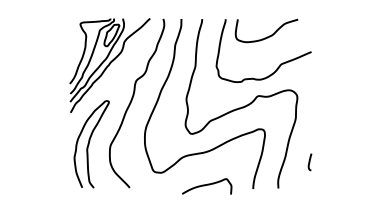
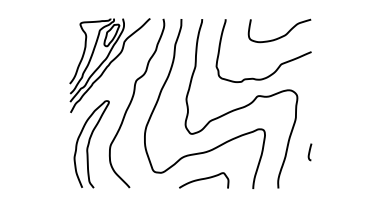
curve at (269, 35) position: (269, 35) -> (282, 35)
curve at (309, 162) position: (309, 162) -> (309, 152)
curve at (207, 185) position: (207, 185) -> (204, 179)
